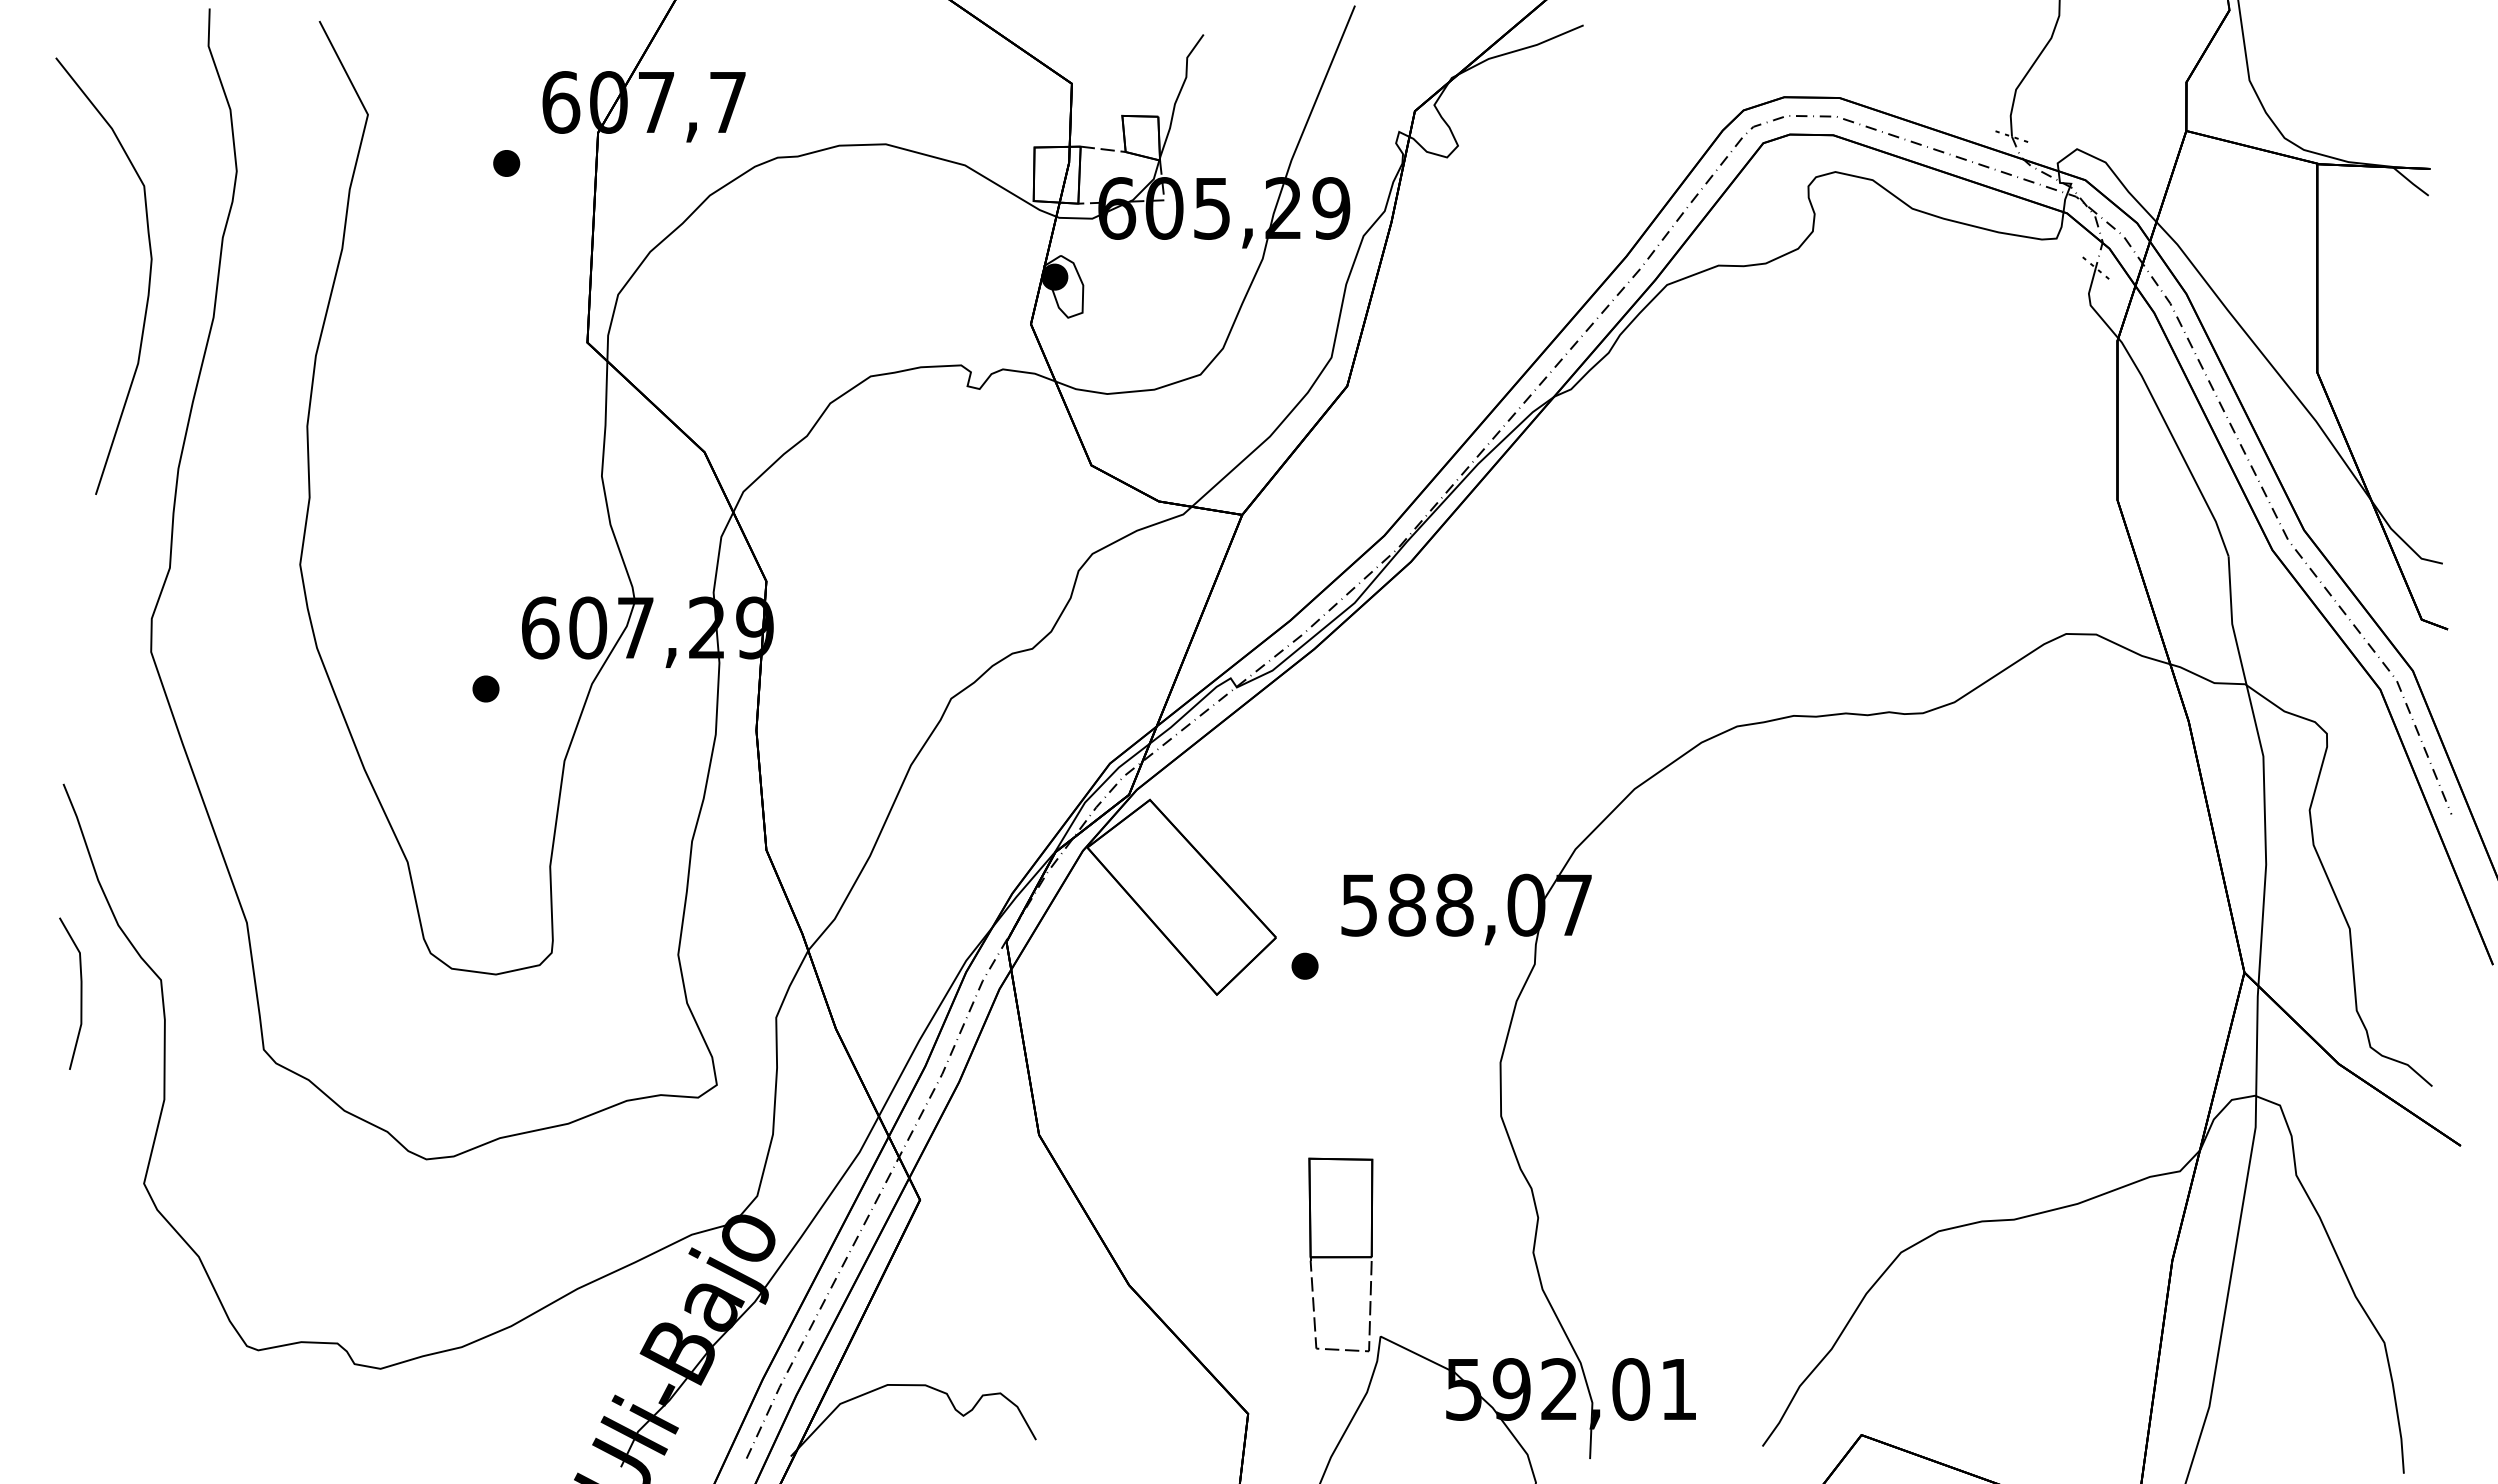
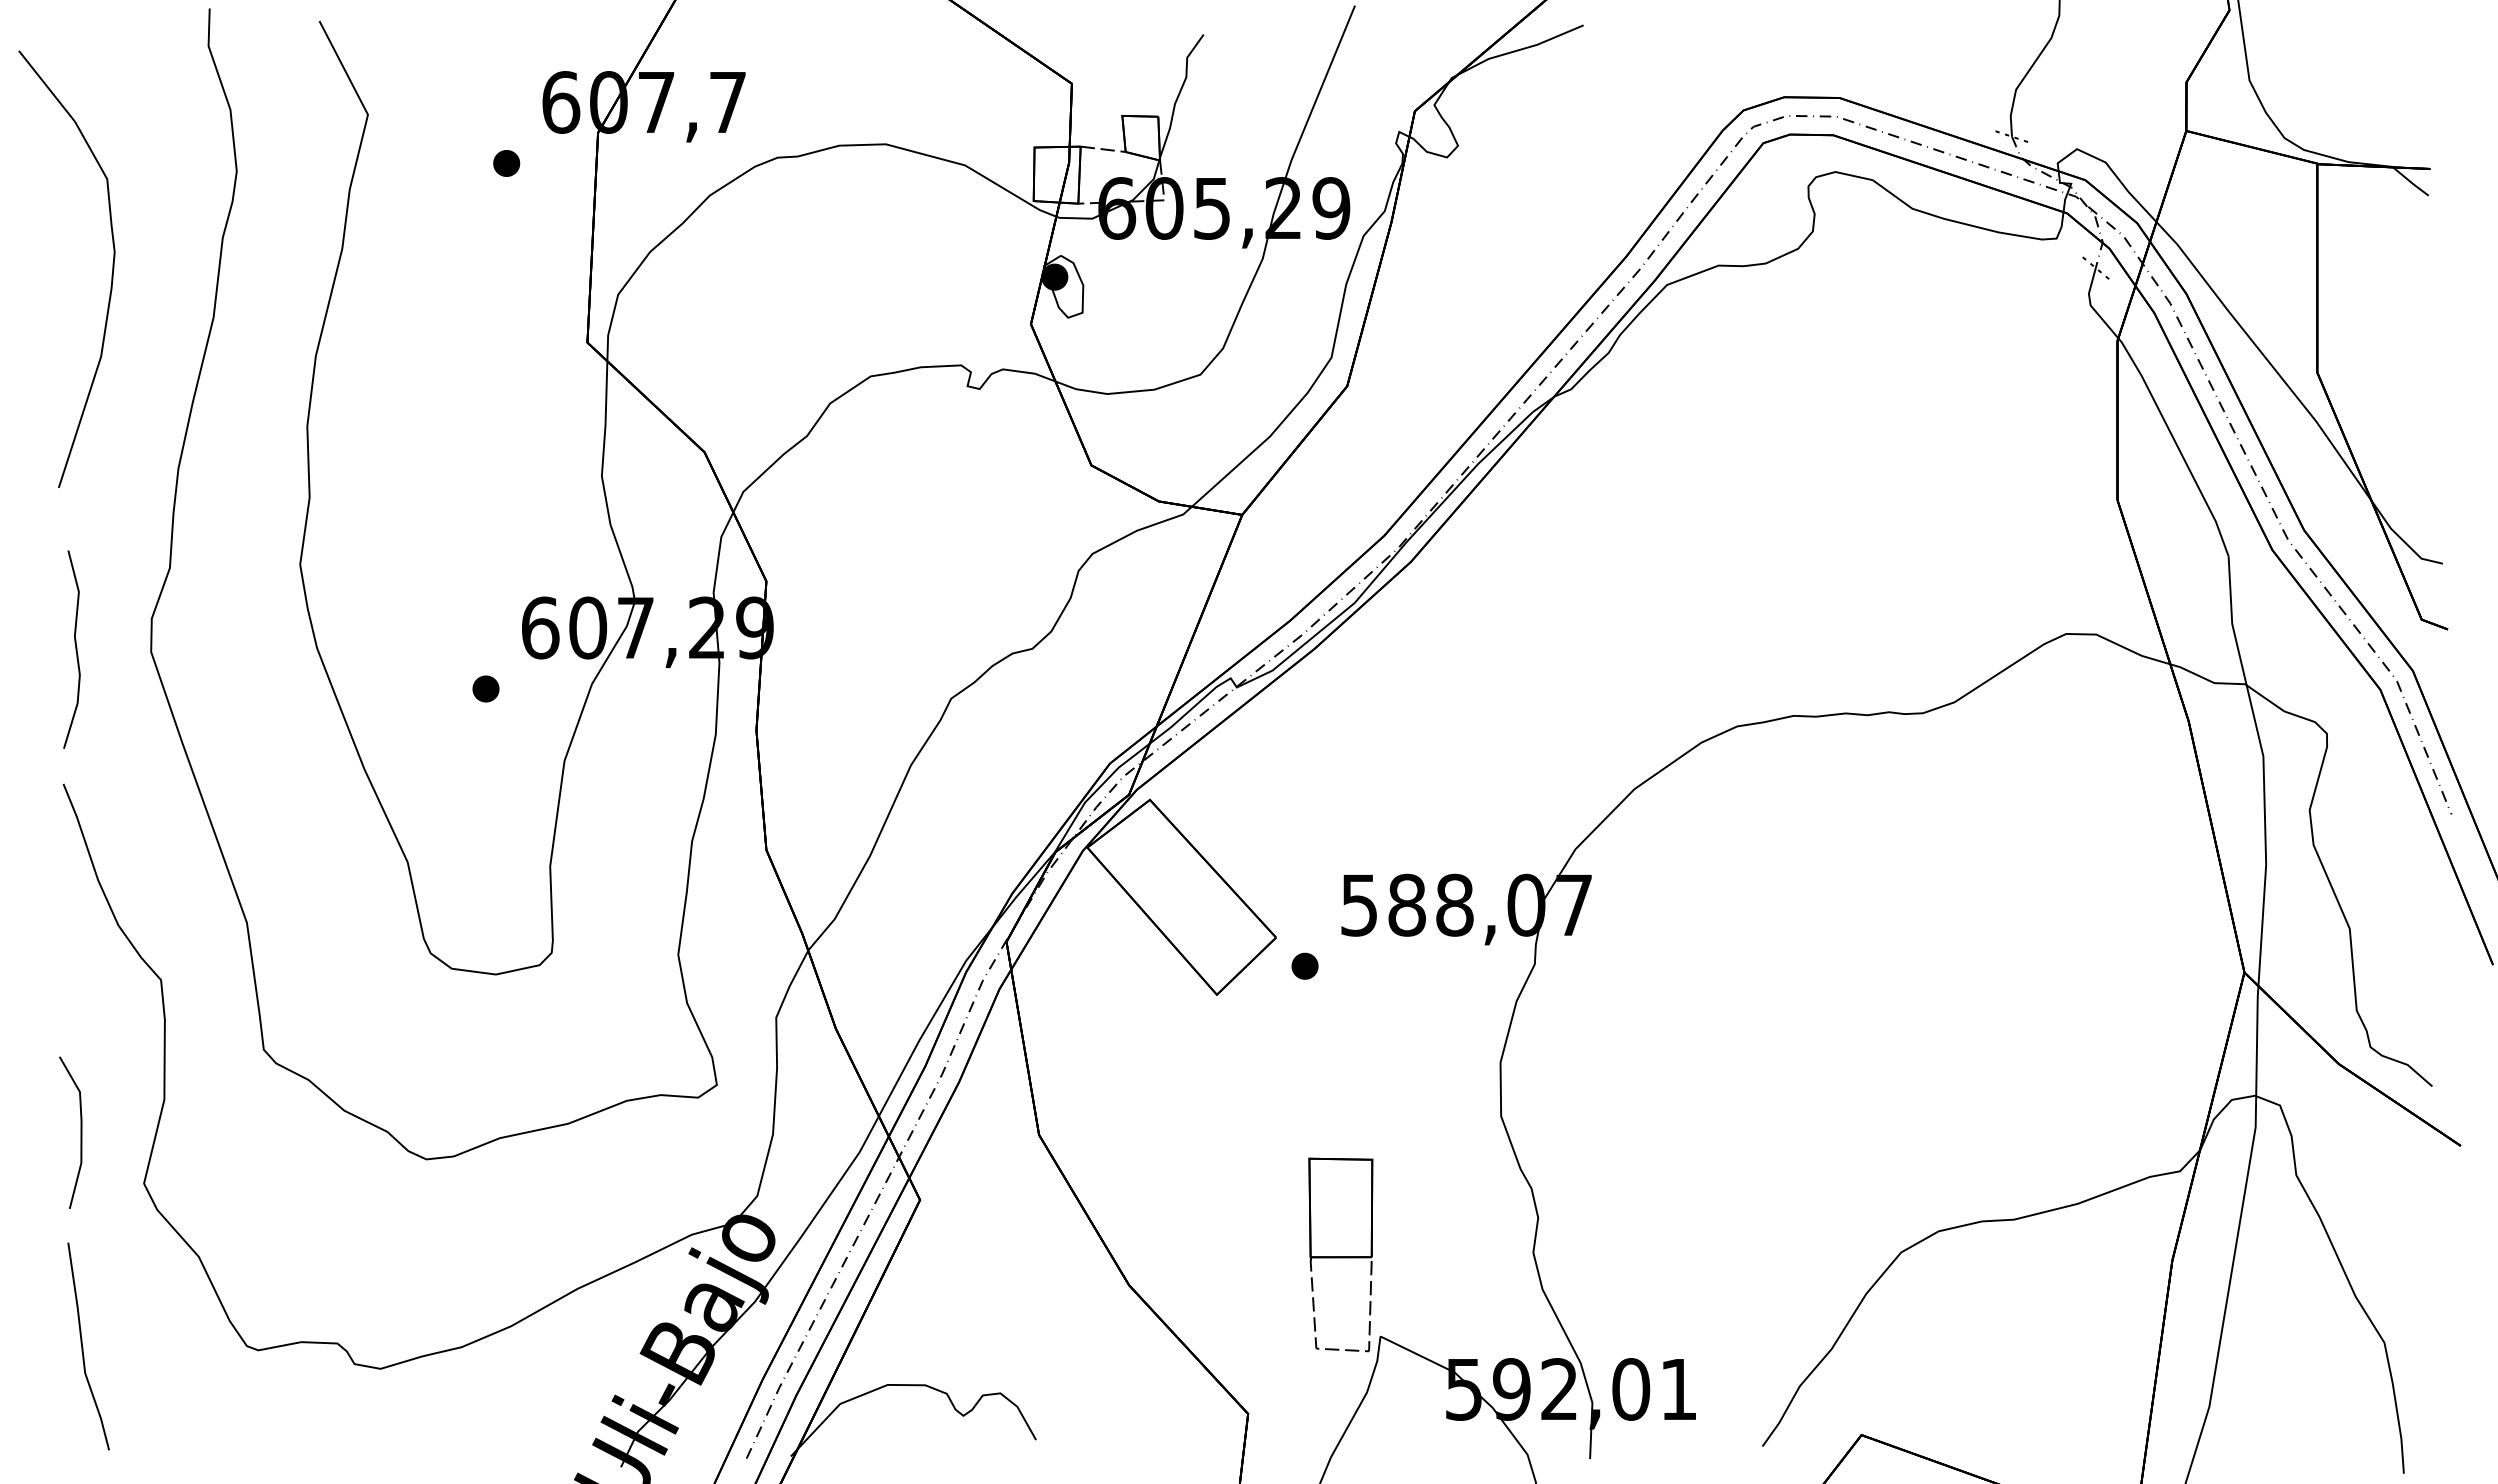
curve at (148, 281) position: (148, 281) -> (111, 274)
curve at (75, 649): none -> present
line at (80, 993) position: (80, 993) -> (80, 1132)
line at (83, 1347): none -> present
